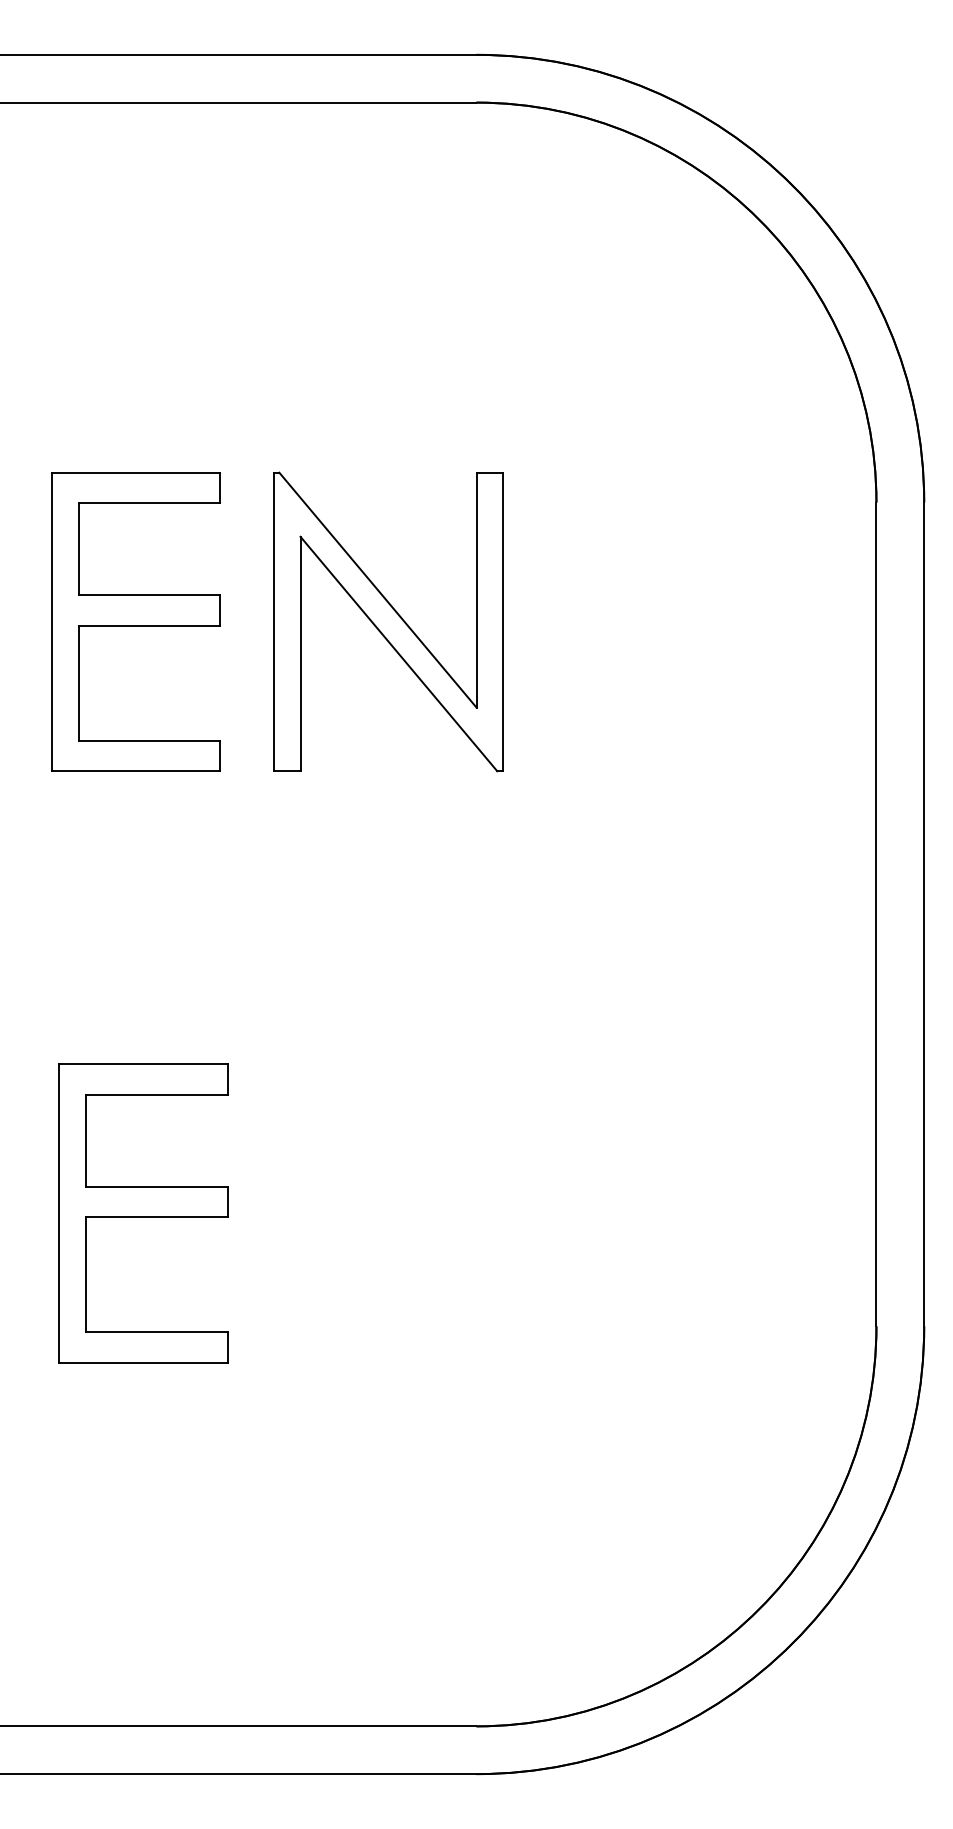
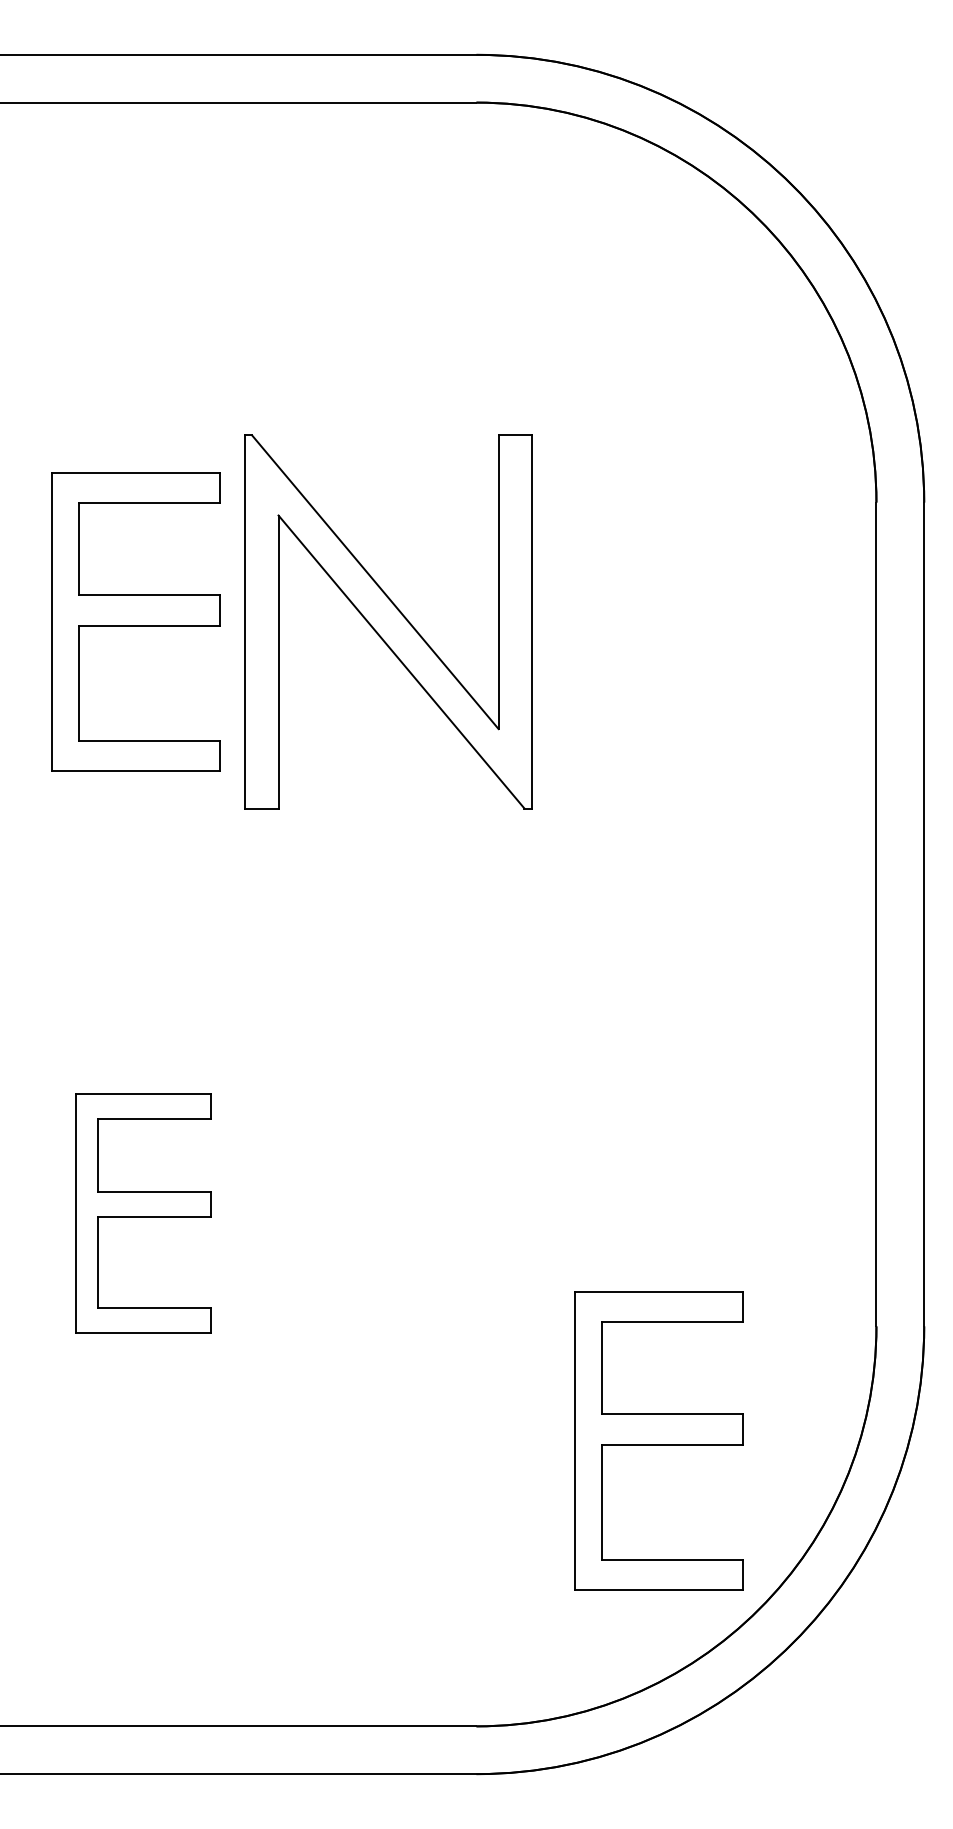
part at (388, 621) size: 231x302 px -> 289x376 px
part at (143, 1213) size: 171x301 px -> 137x241 px
part at (658, 1440): none -> present
